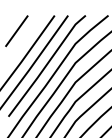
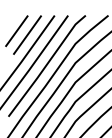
line at (27, 34): none -> present
